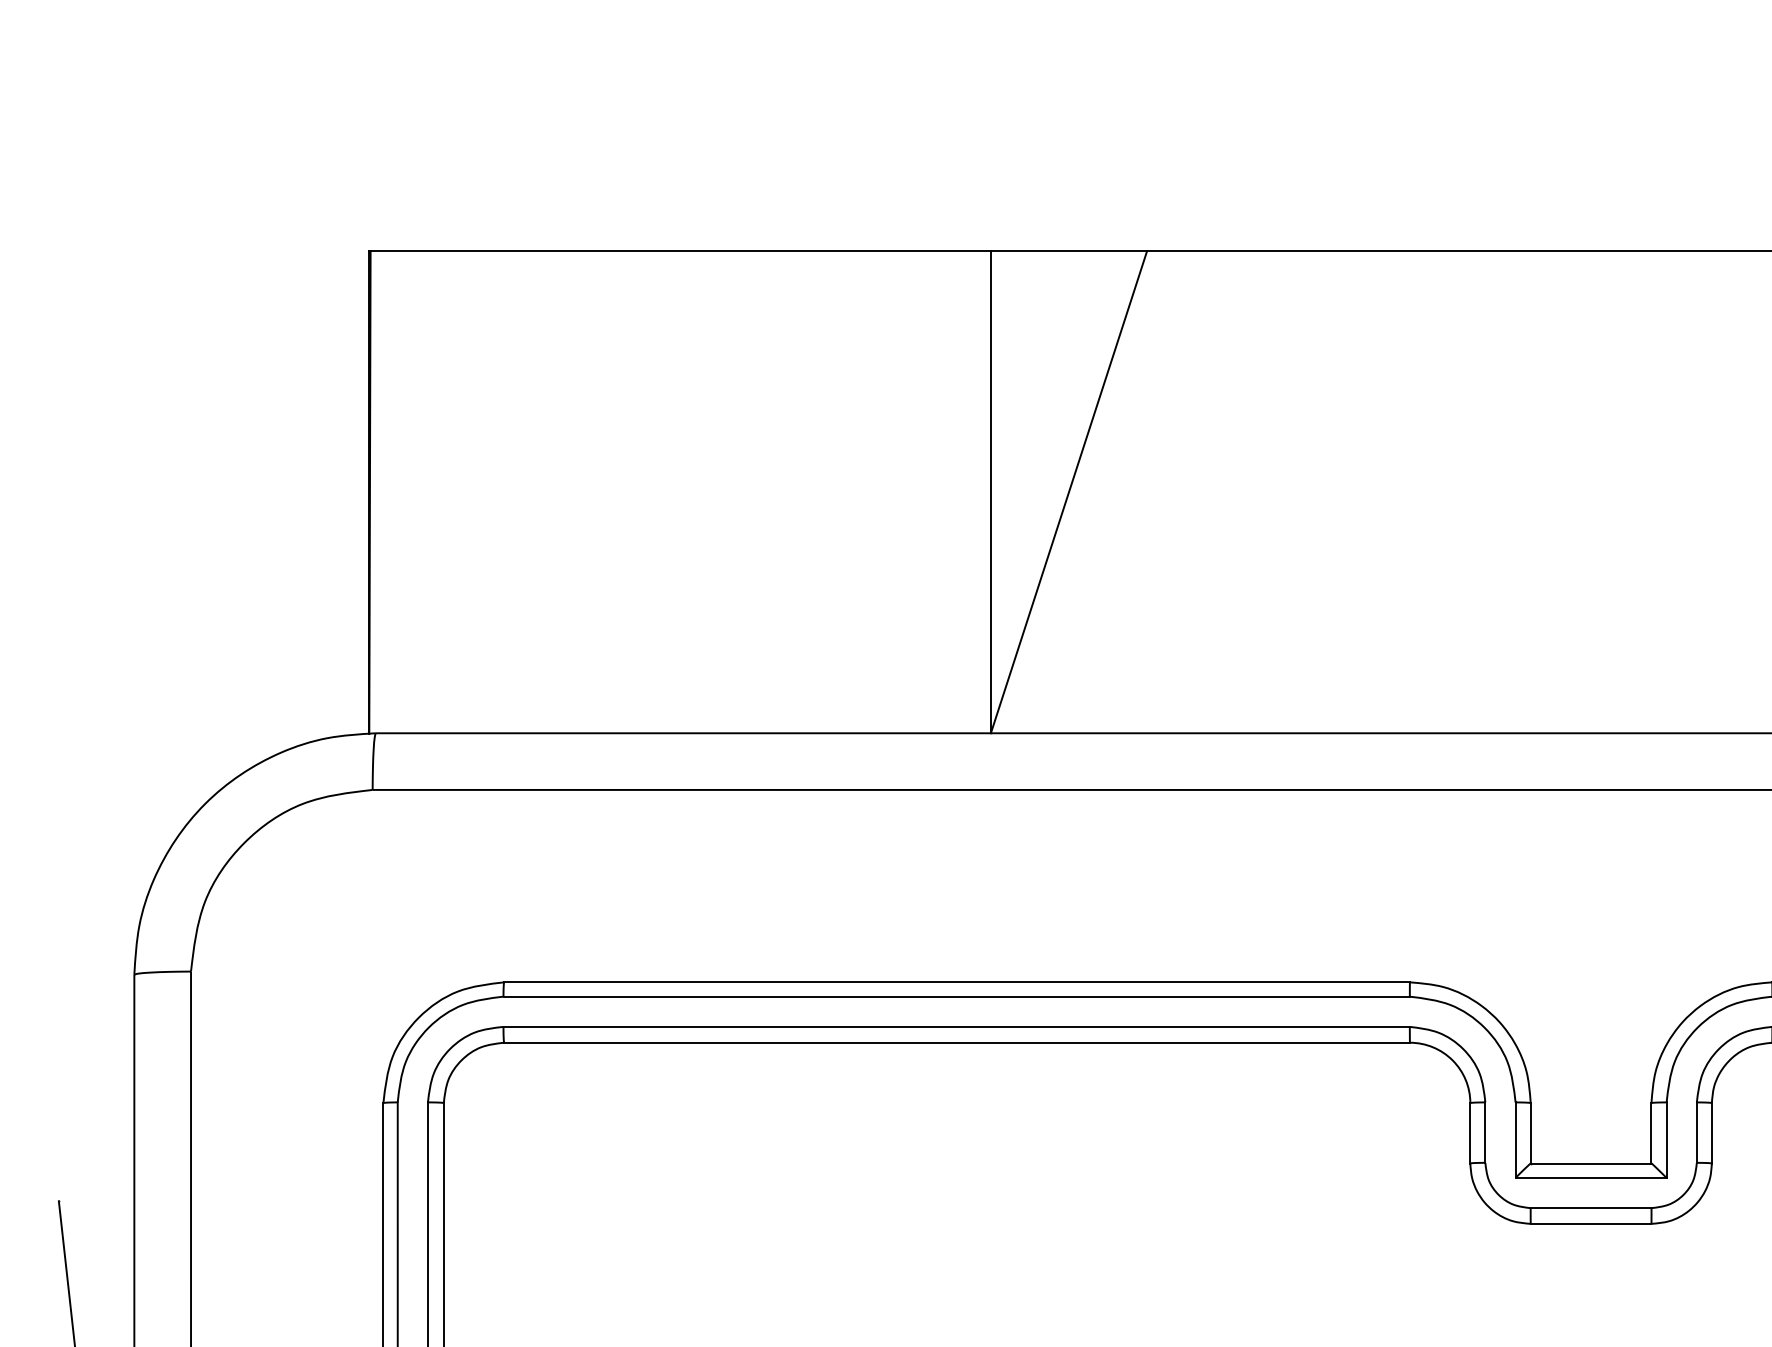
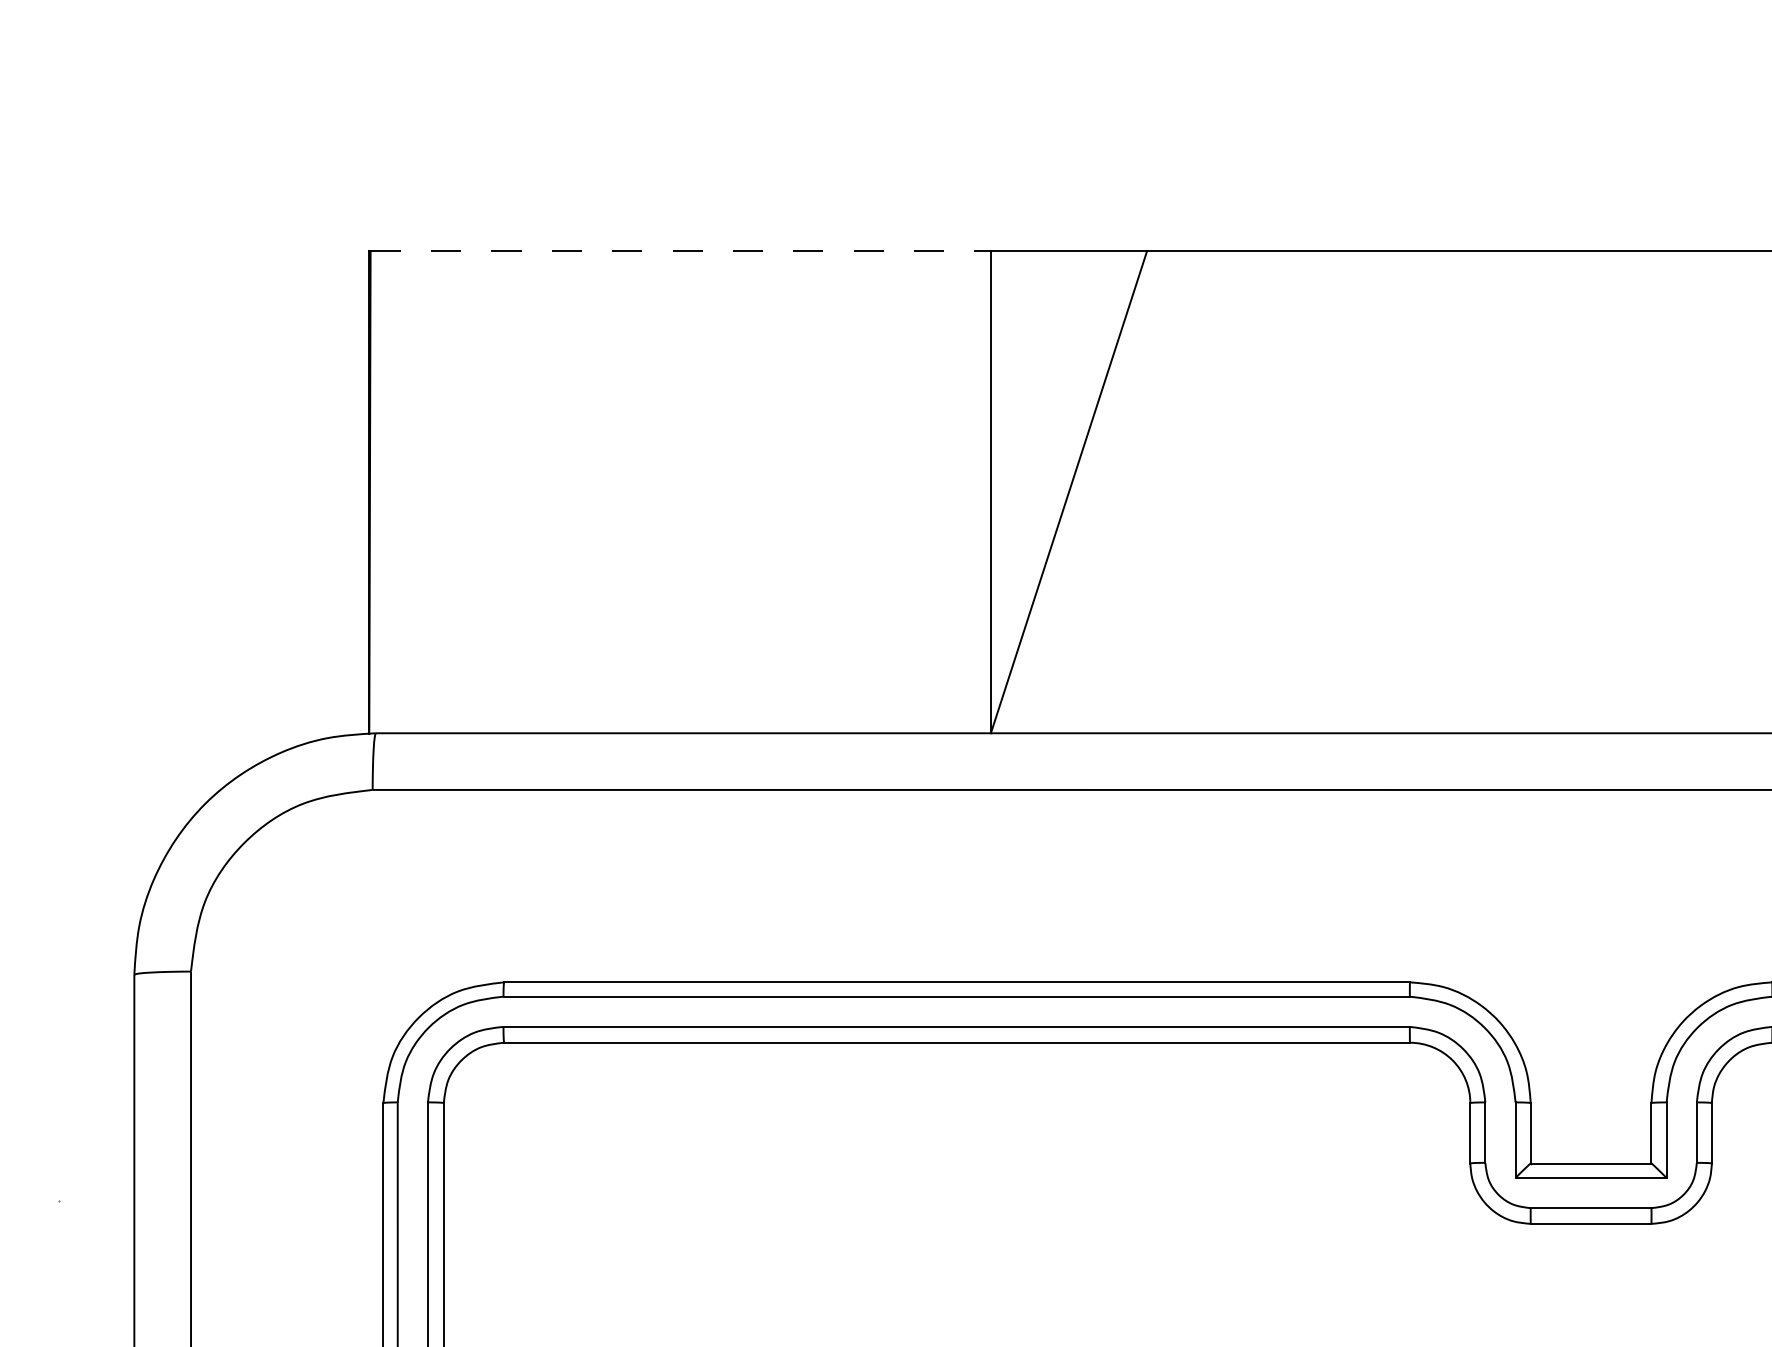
line at (681, 251): solid -> dashed
line at (66, 1272): present -> none
